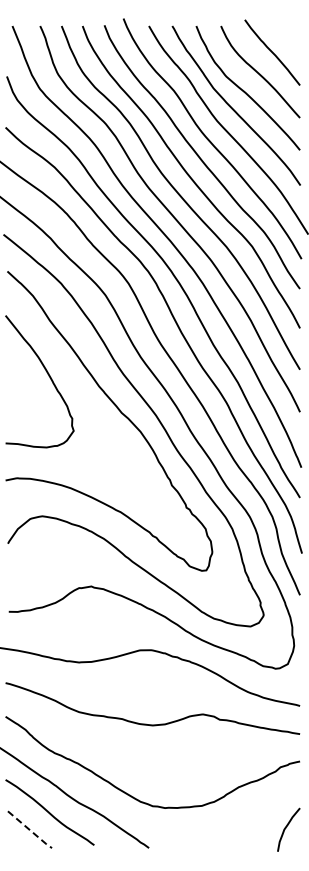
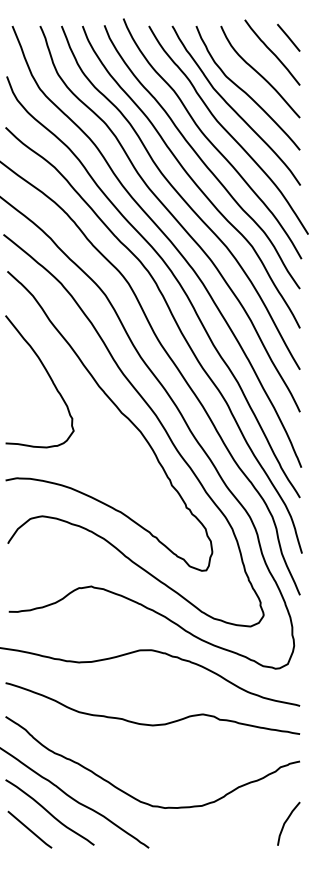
line at (288, 37): none -> present
curve at (286, 828) position: (286, 828) -> (286, 822)
line at (30, 830): dashed -> solid
